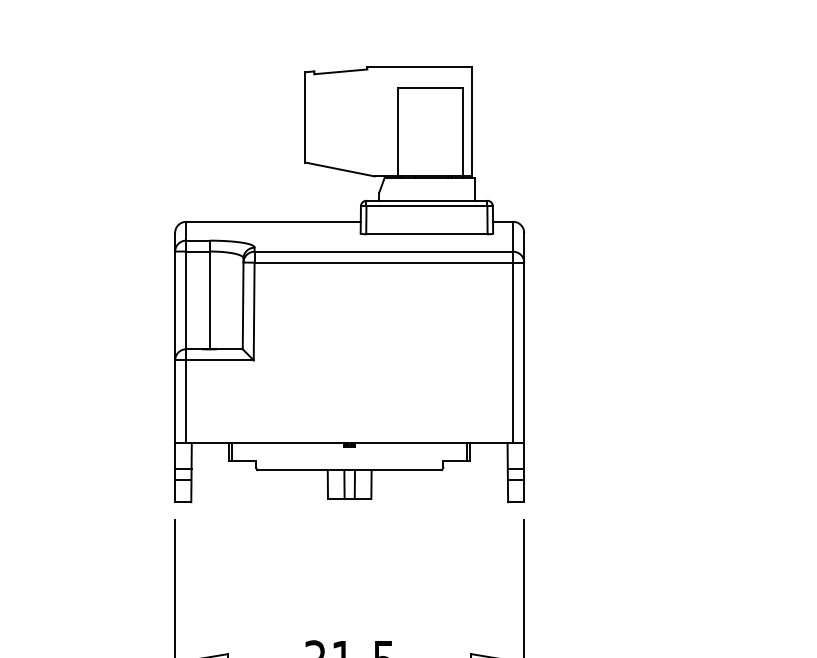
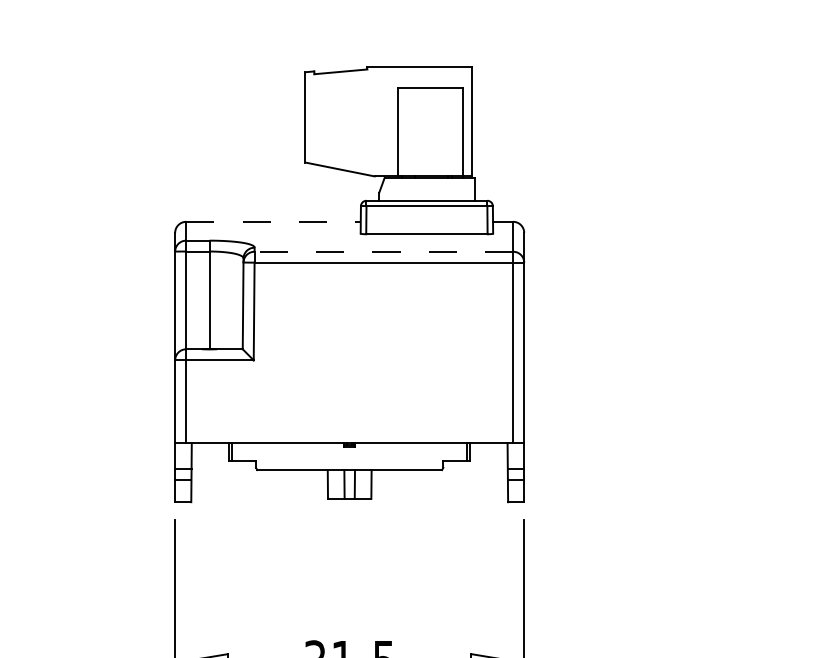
line at (274, 221): solid -> dashed
line at (383, 251): solid -> dashed
